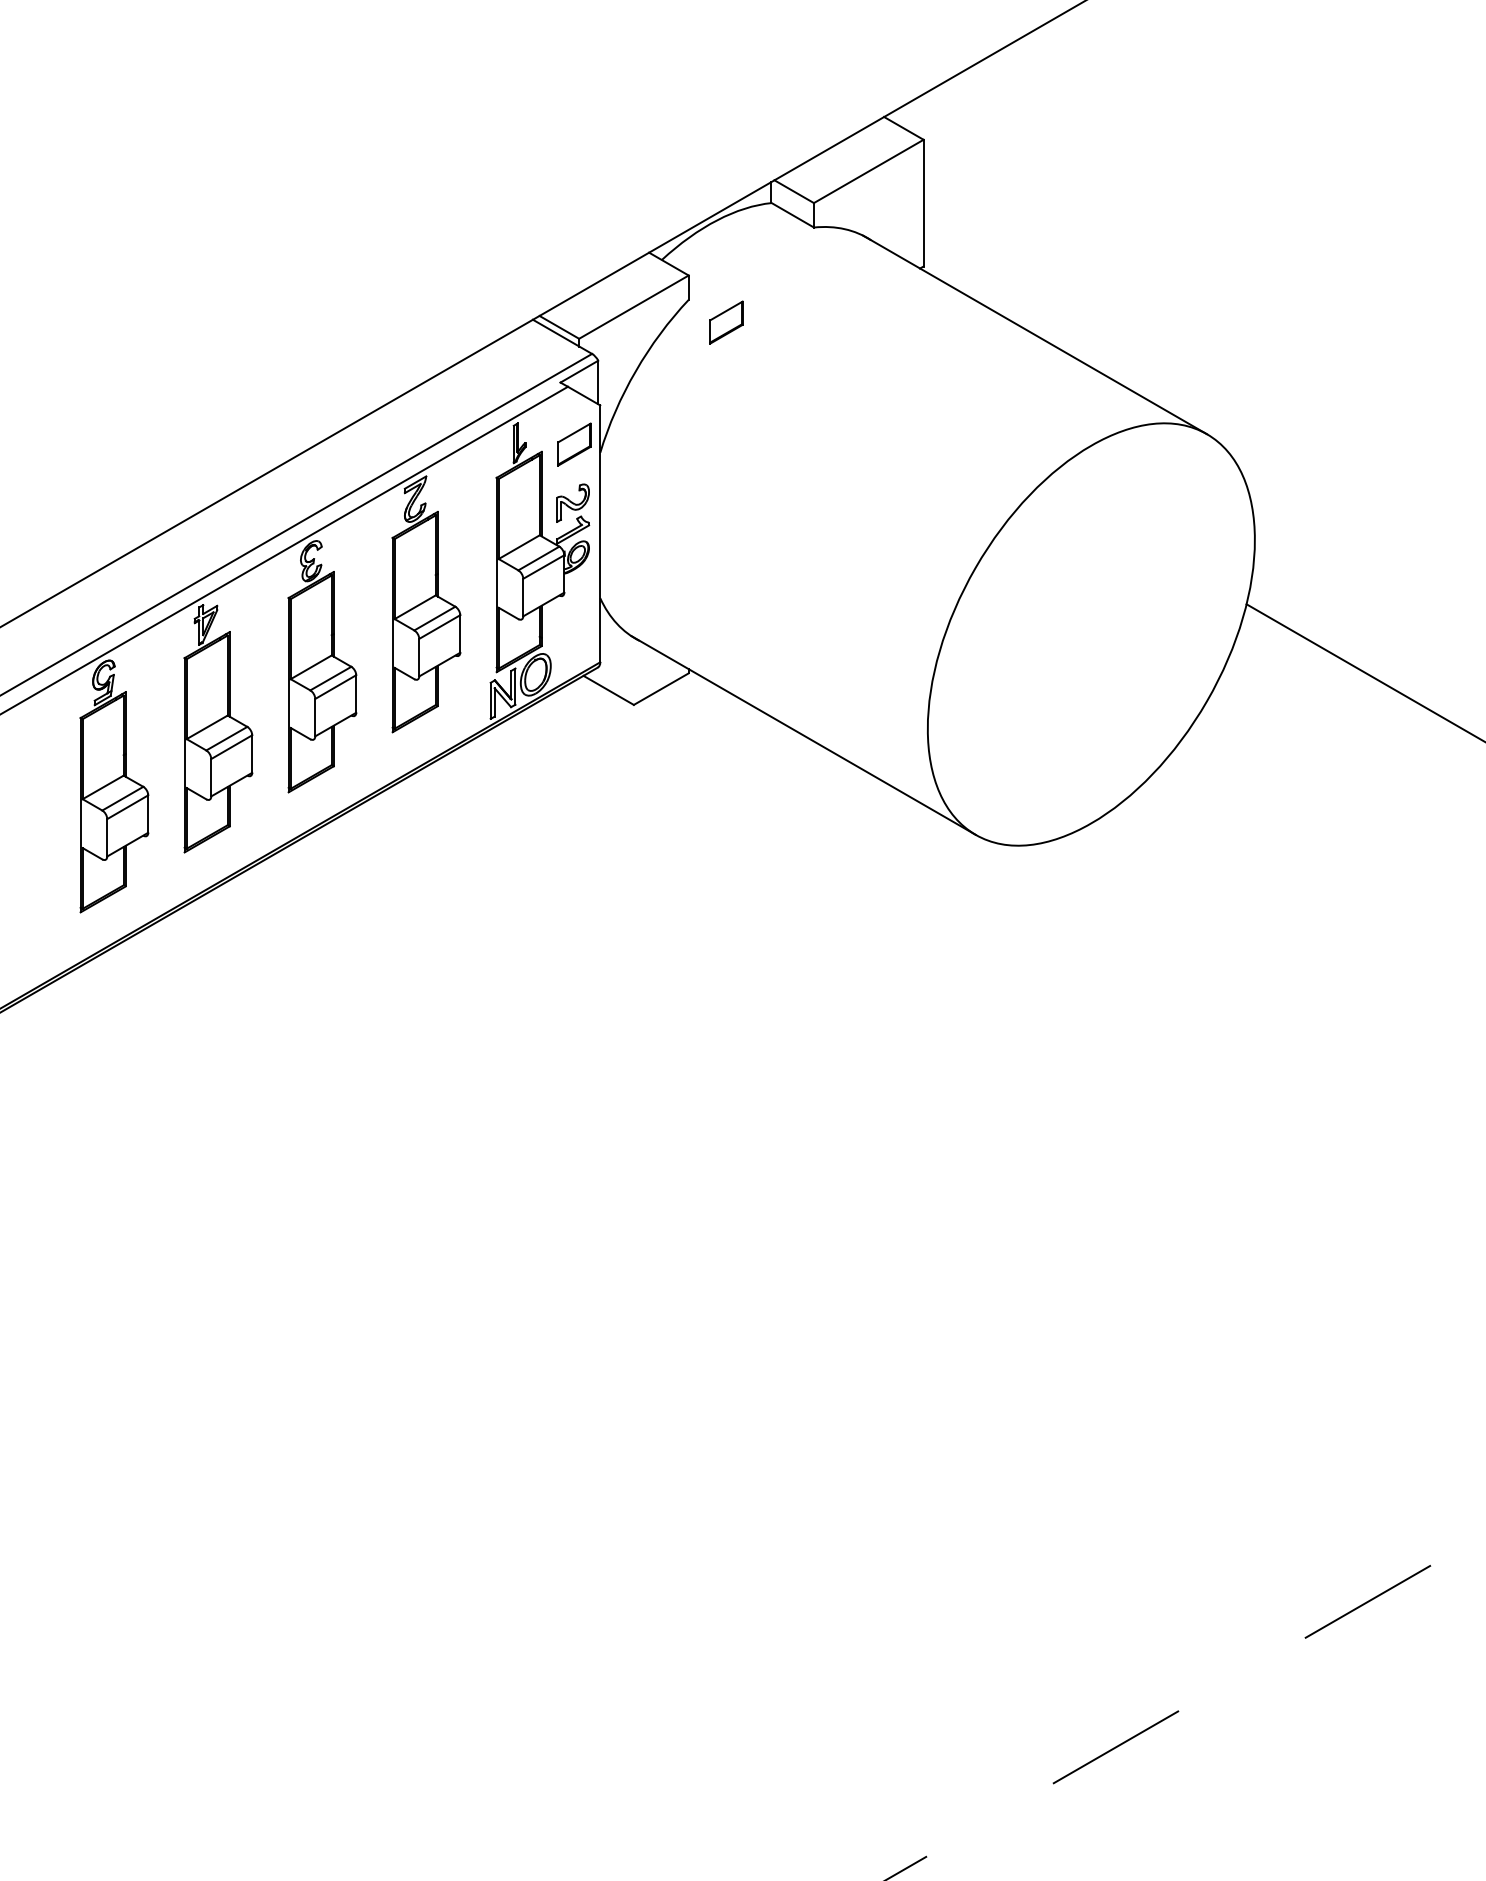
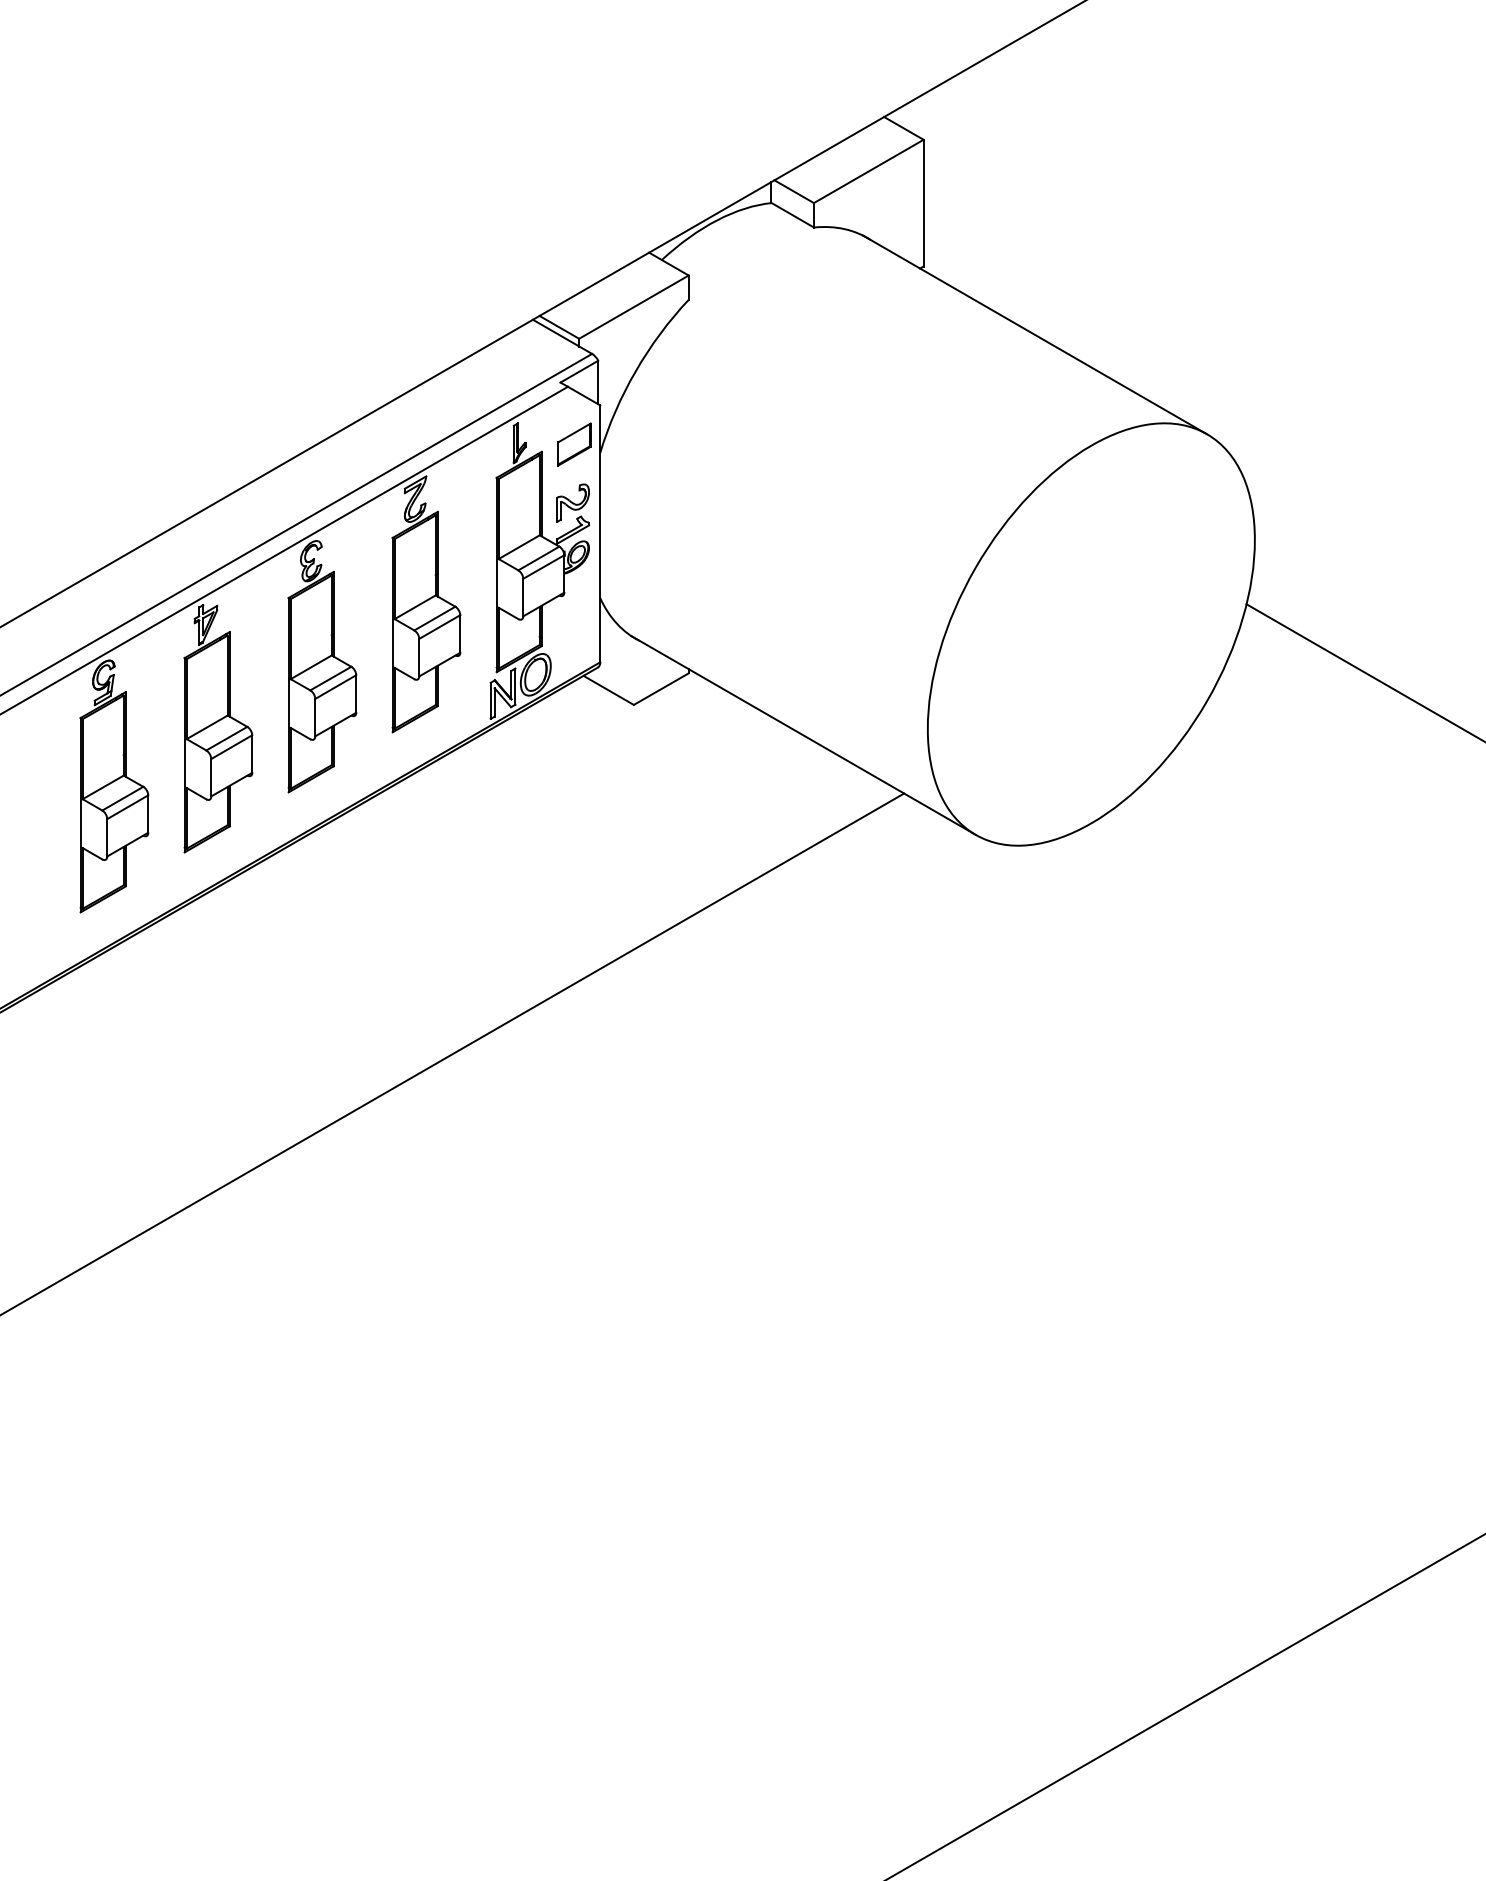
part at (726, 322): present -> none
line at (453, 1053): none -> present
line at (1185, 1707): dashed -> solid
